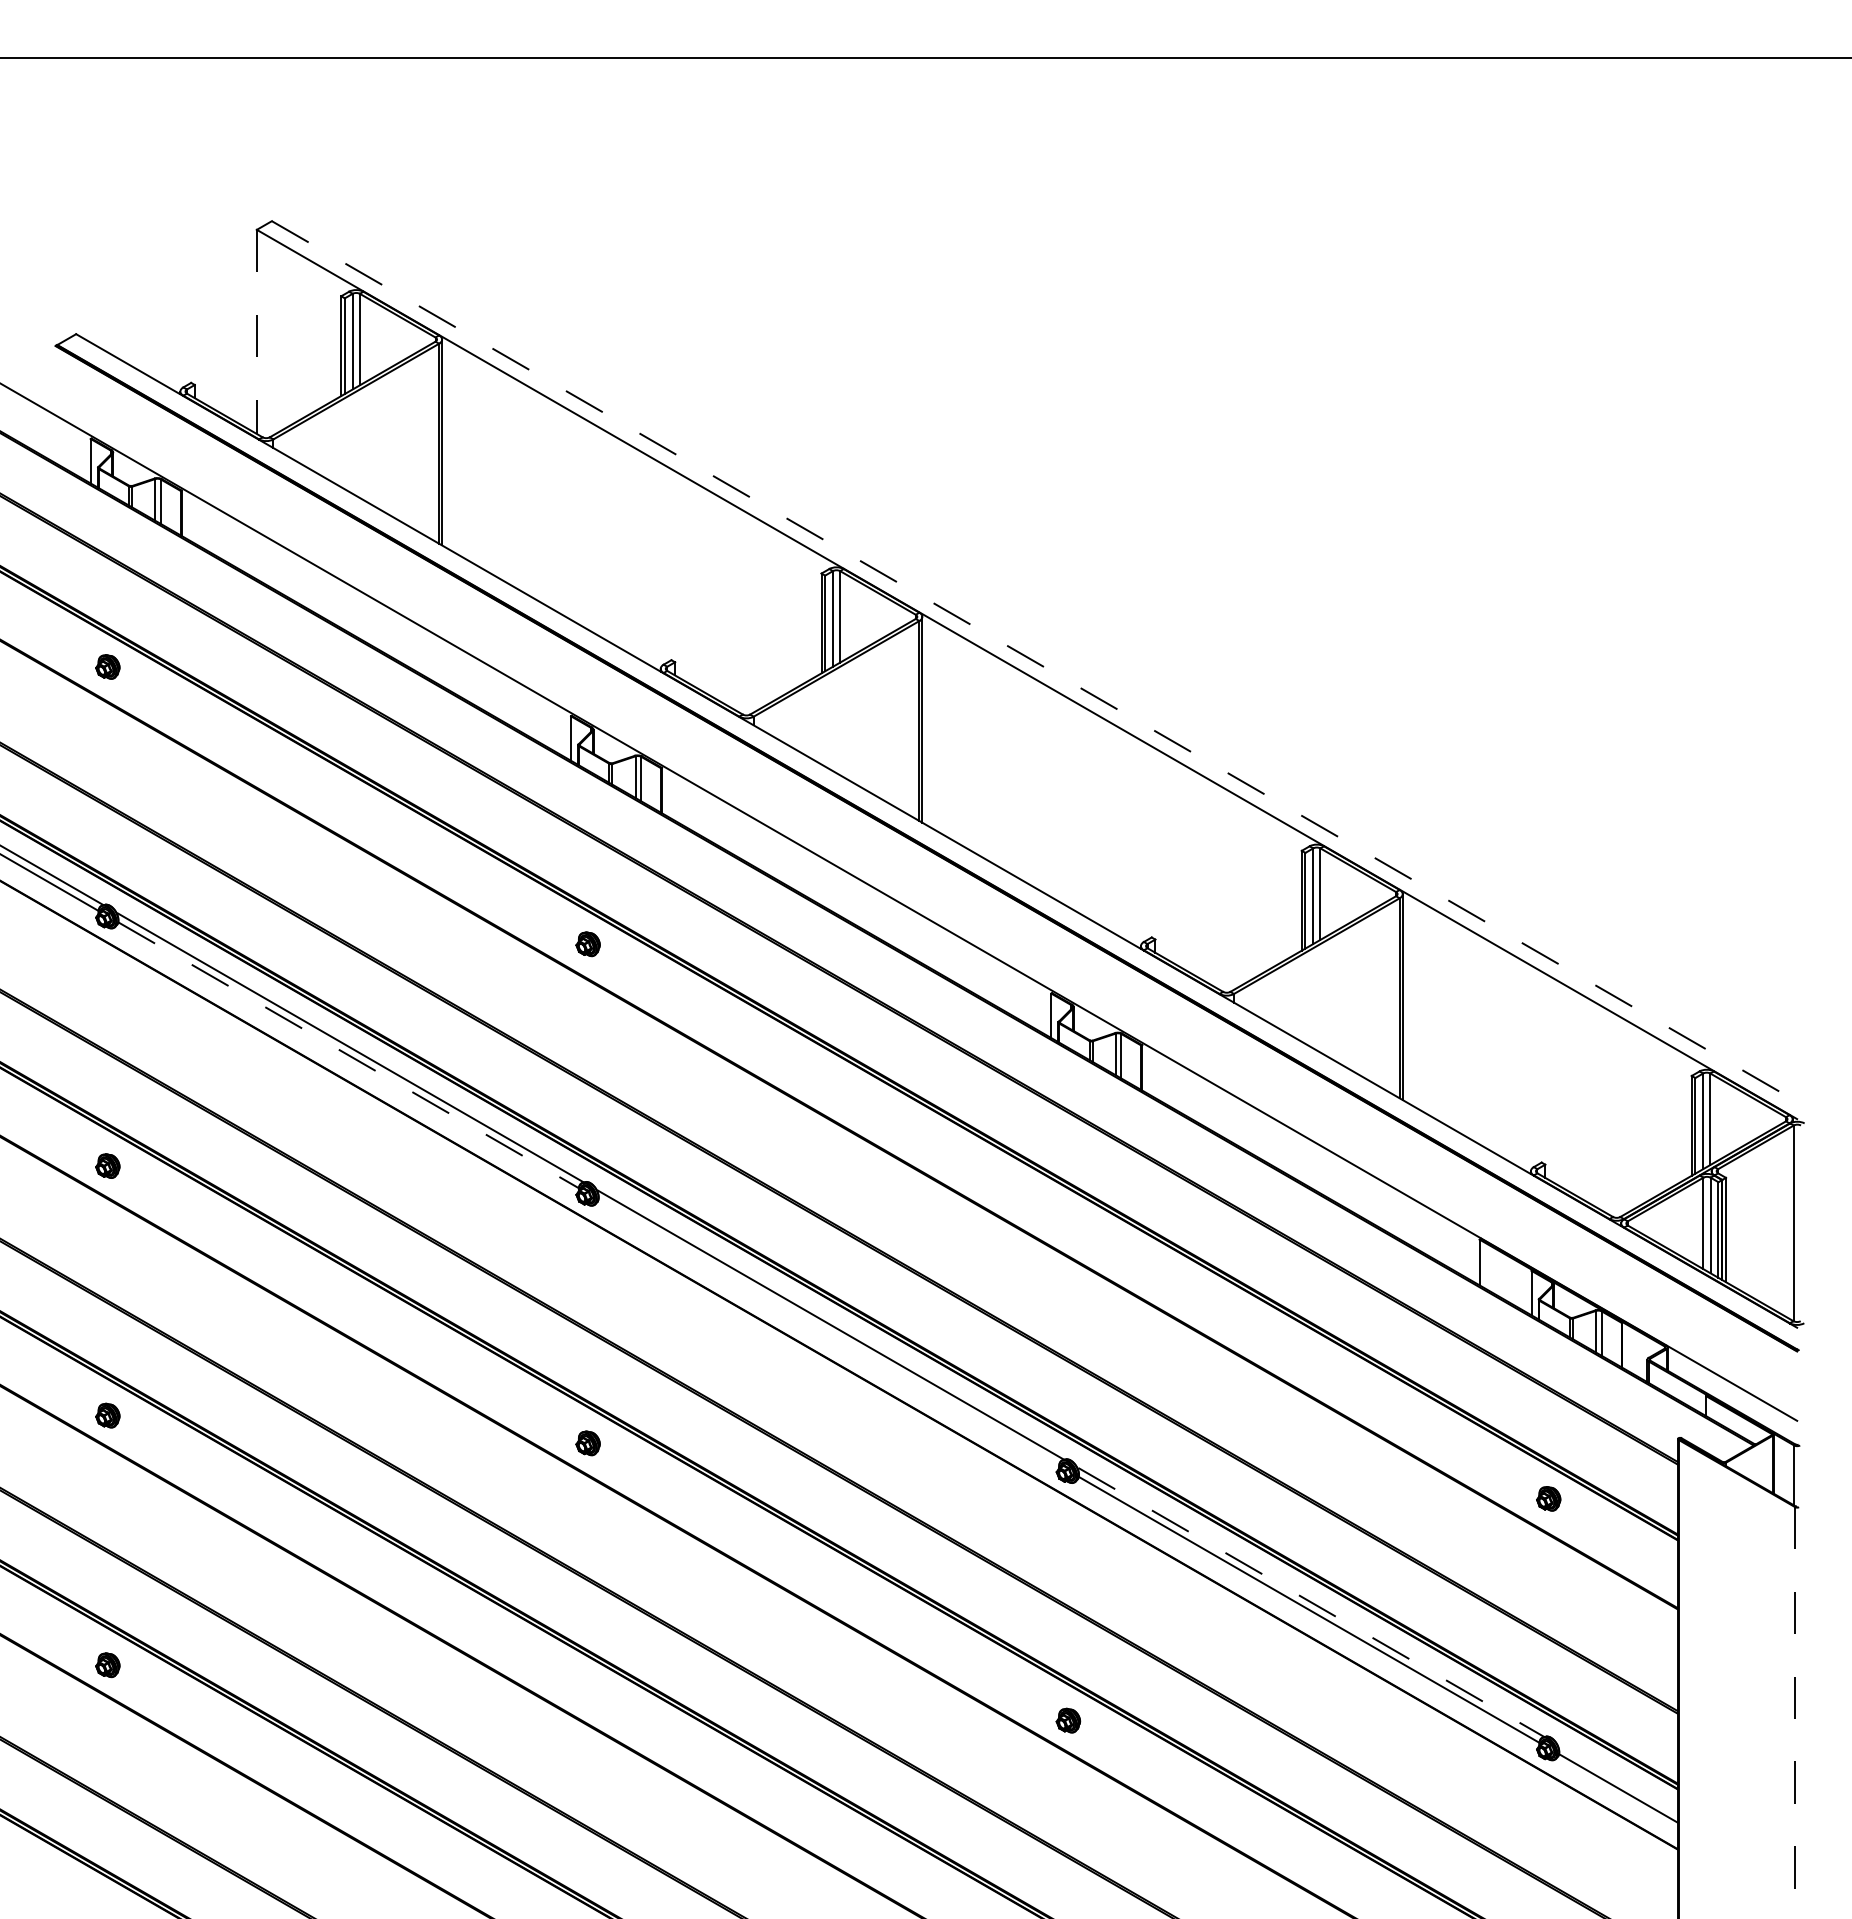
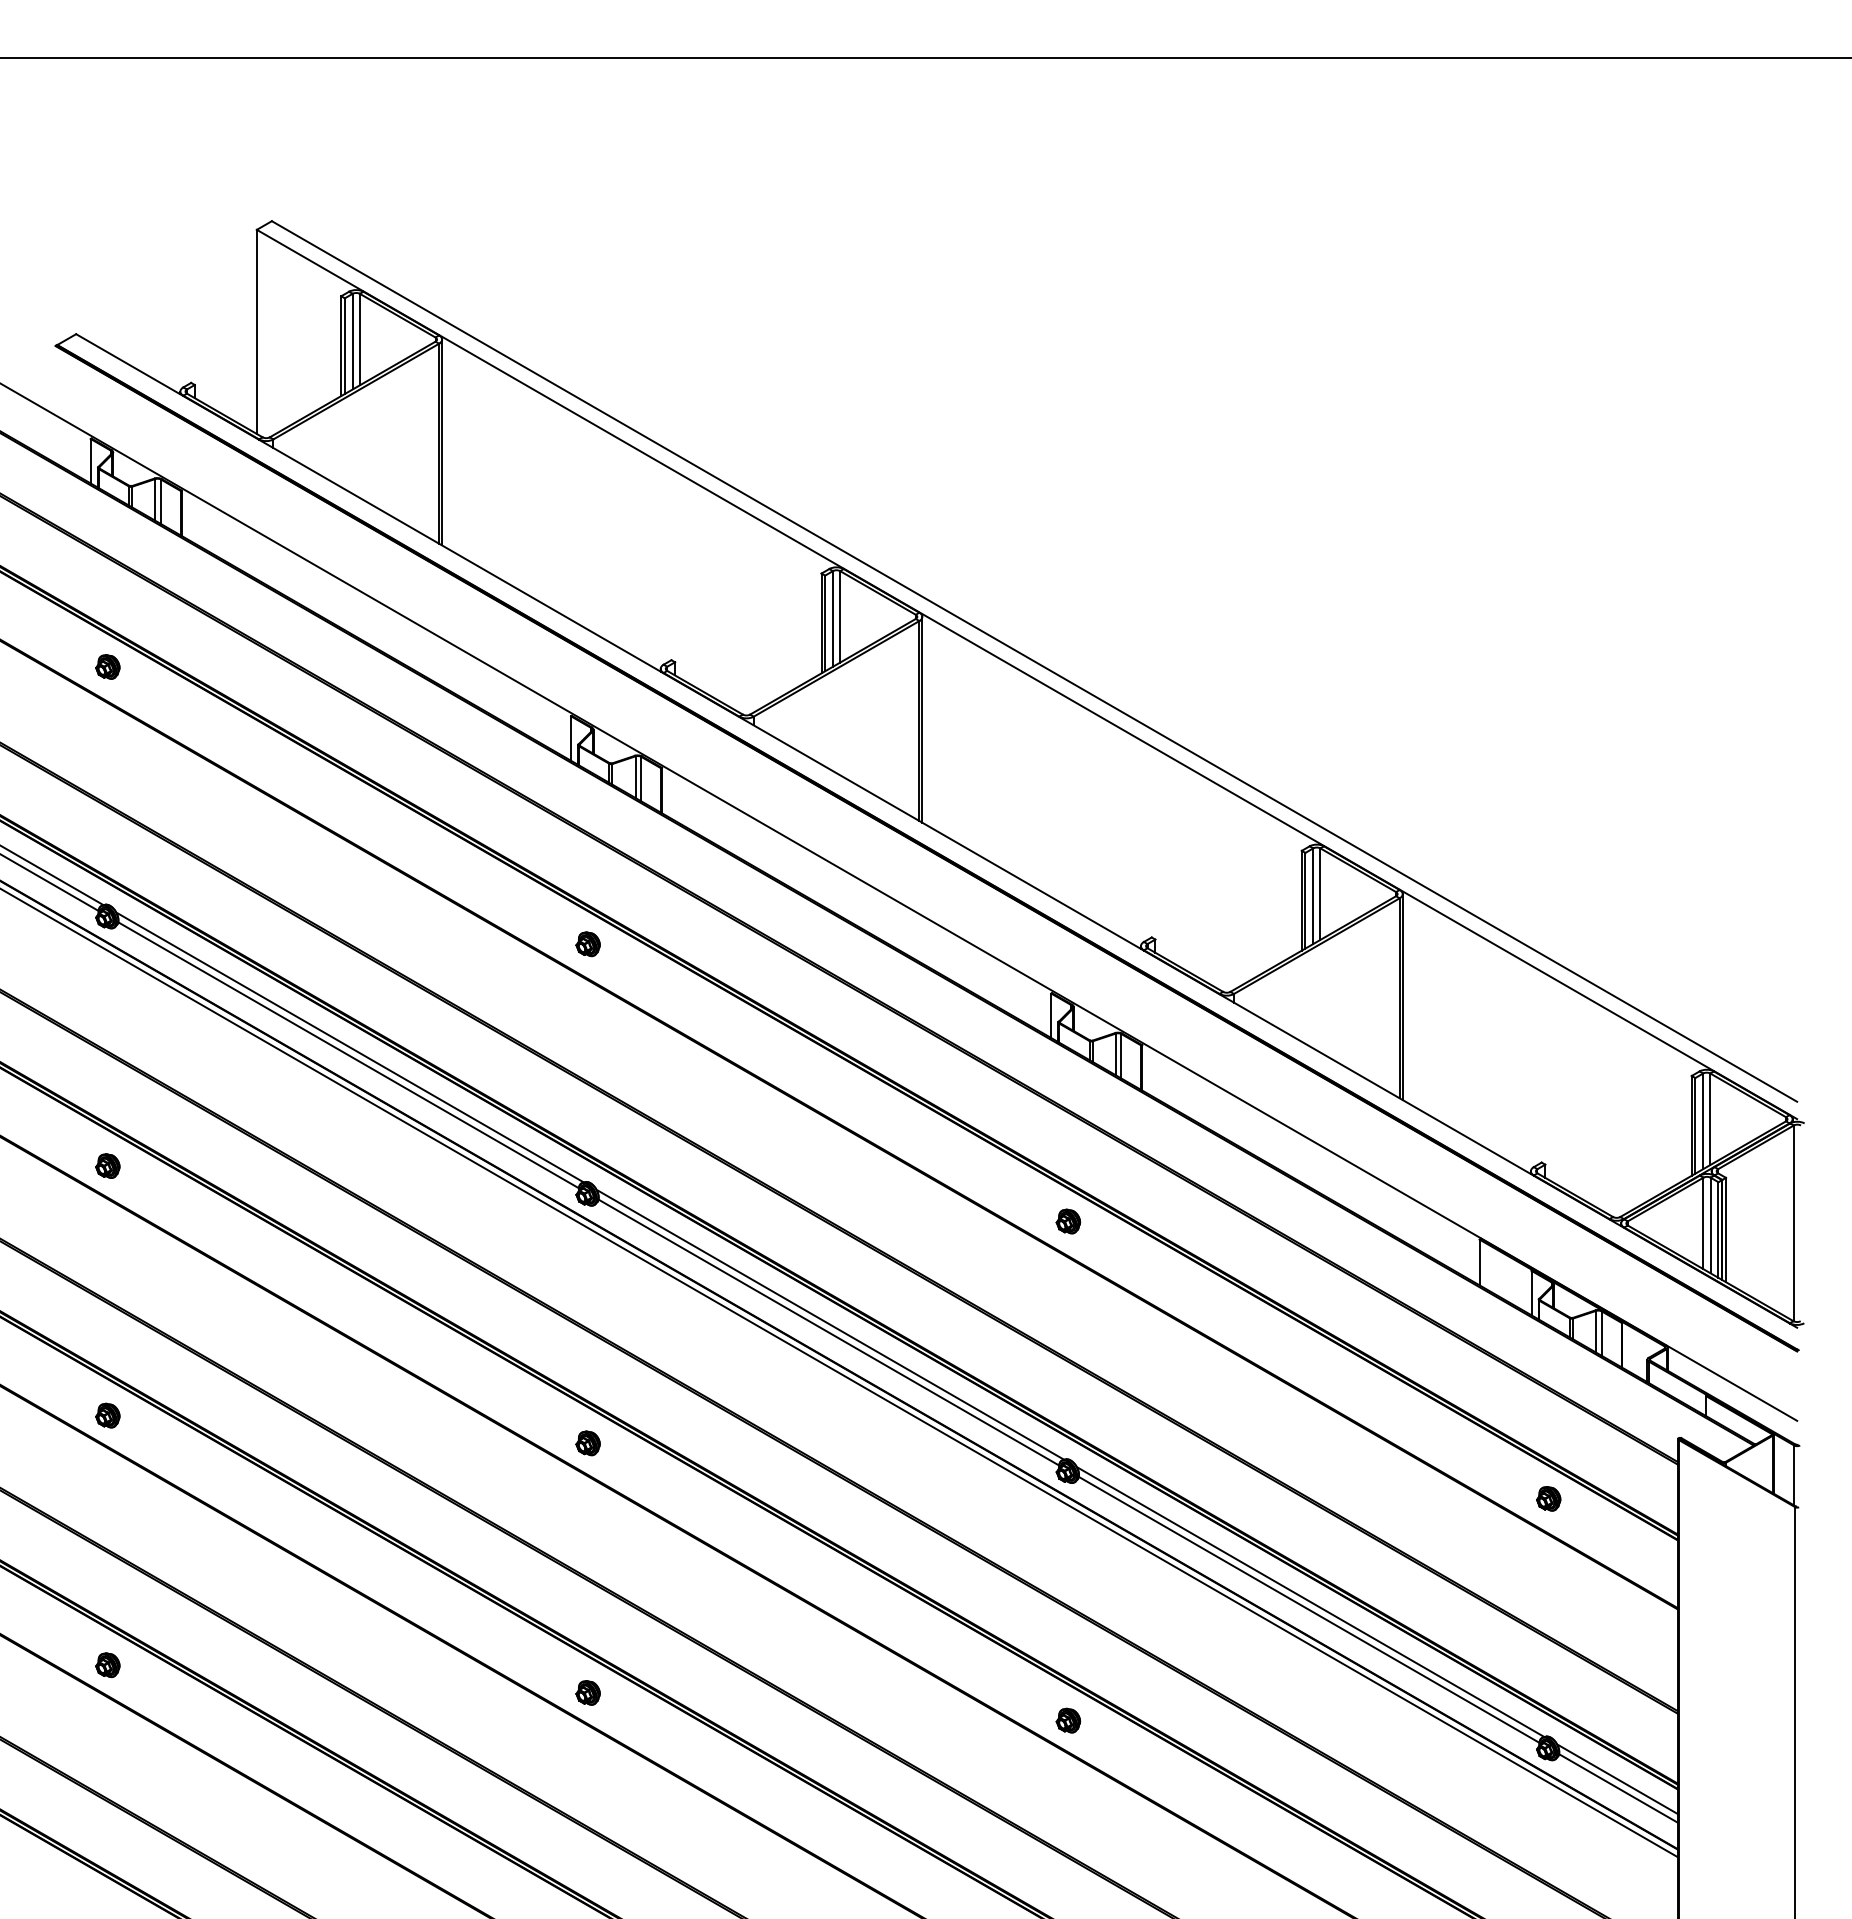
line at (256, 332): dashed -> solid
line at (1034, 661): dashed -> solid
line at (348, 1055): dashed -> solid
part at (1068, 1221): none -> present
line at (828, 1332): none -> present
line at (839, 1373): none -> present
line at (1311, 1602): dashed -> solid
part at (587, 1692): none -> present
line at (1795, 1712): dashed -> solid
line at (1617, 1779): none -> present
